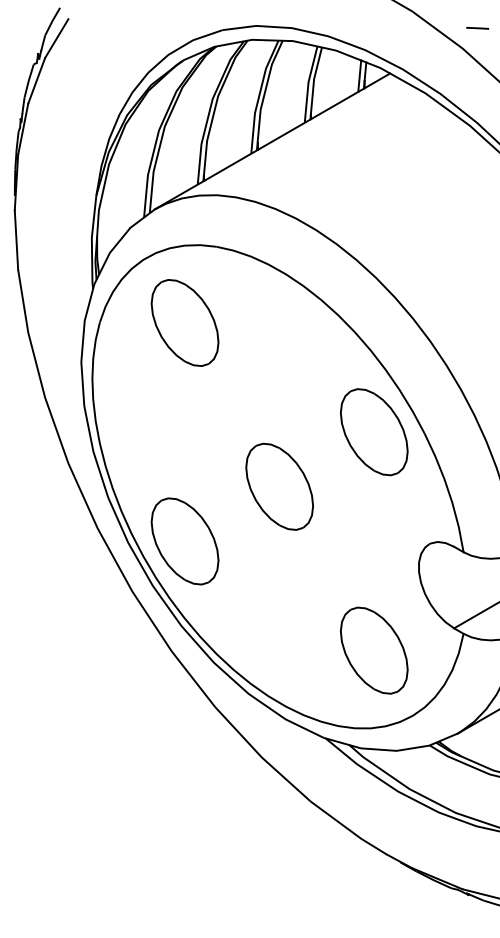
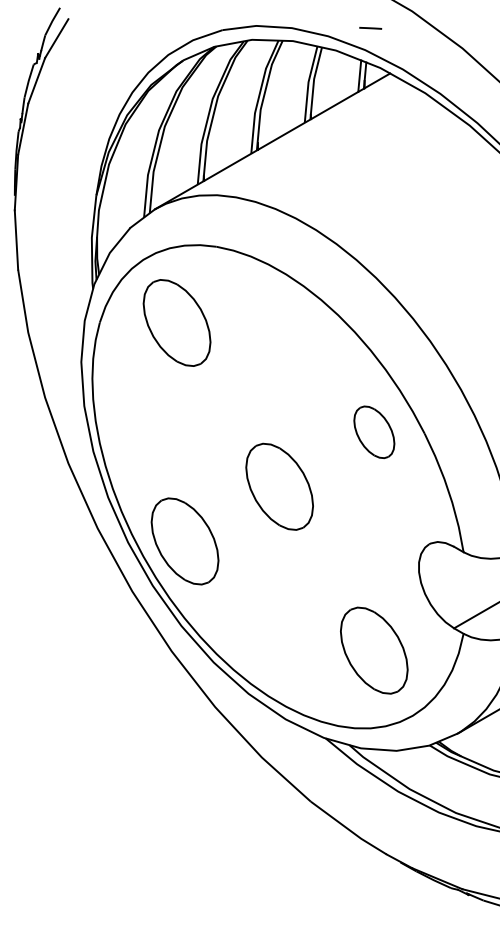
line at (477, 28) position: (477, 28) -> (370, 28)
part at (184, 322) position: (184, 322) -> (176, 322)
part at (374, 432) size: 69x89 px -> 43x54 px
